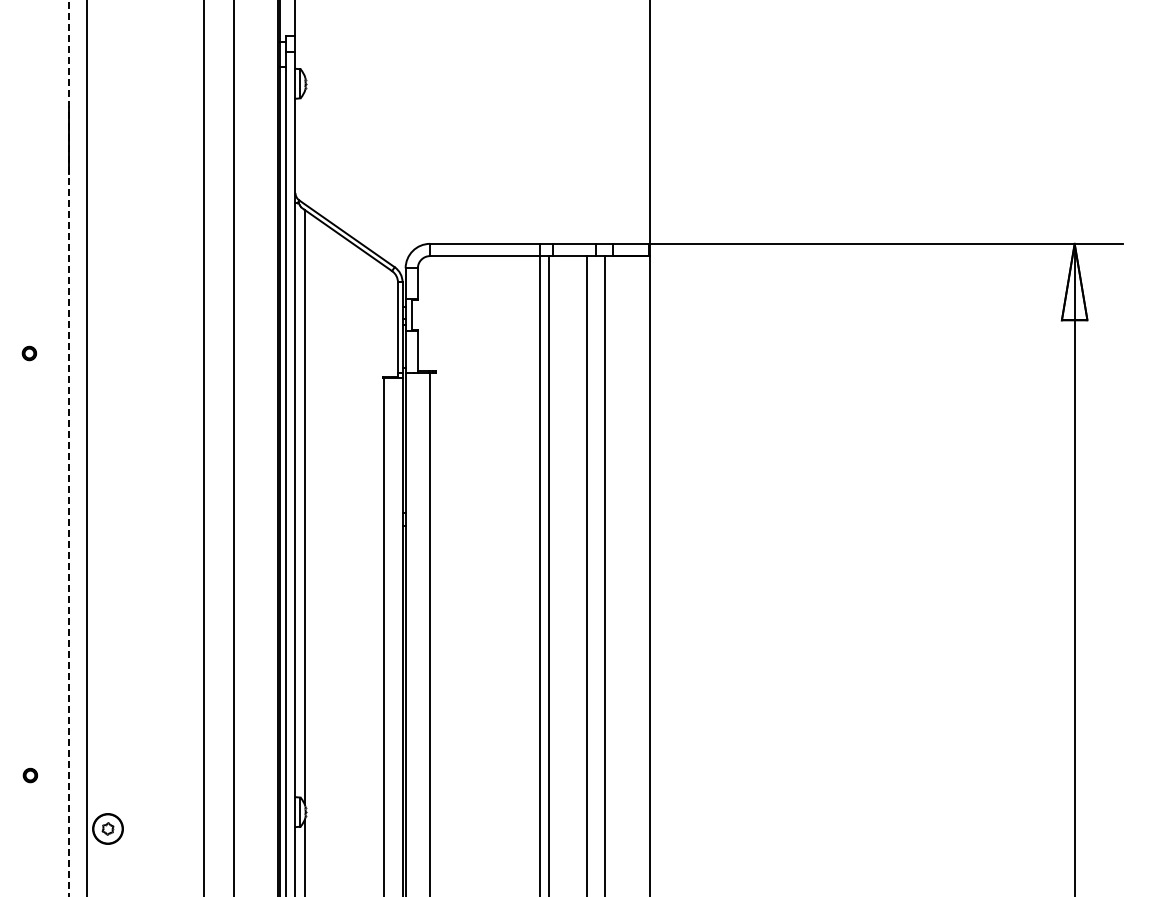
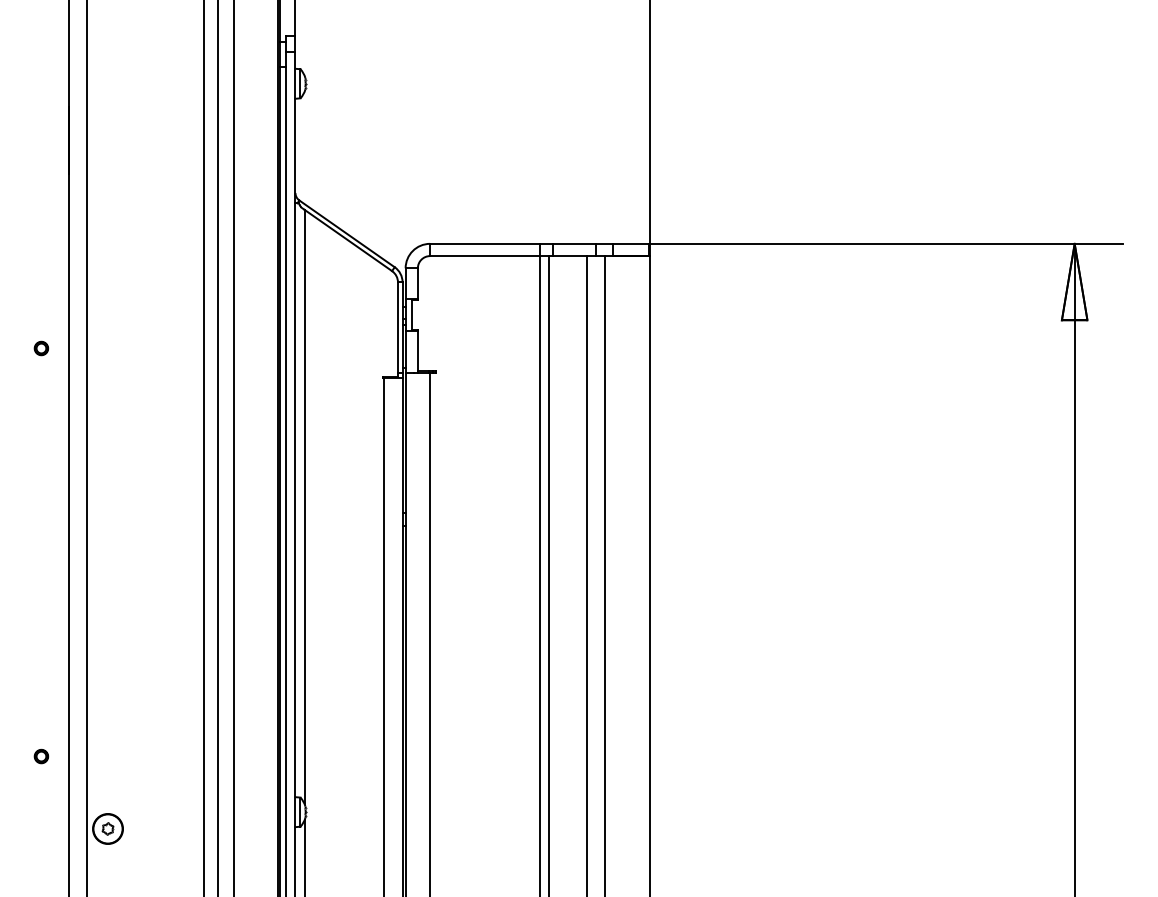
part at (29, 353) position: (29, 353) -> (41, 348)
line at (217, 447): none -> present
line at (69, 448): dashed -> solid
part at (30, 775) position: (30, 775) -> (41, 756)
